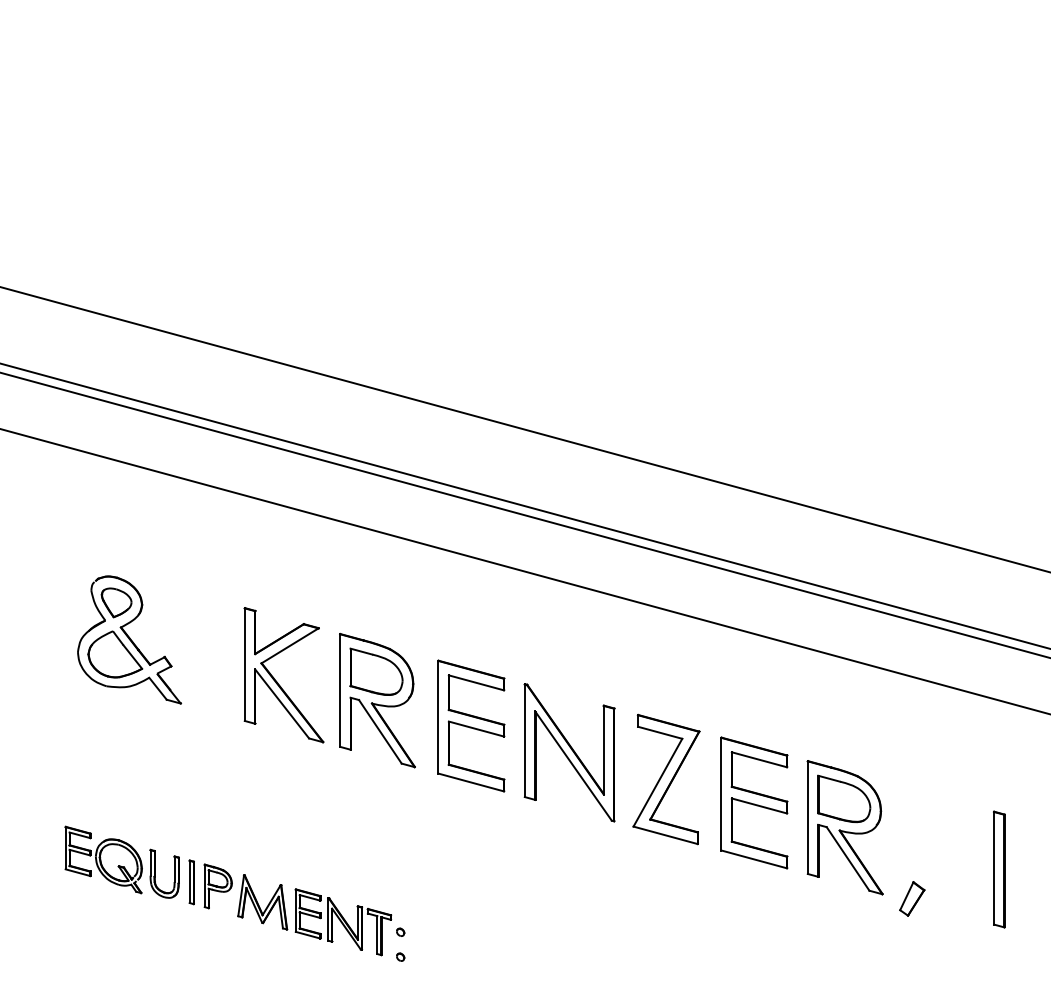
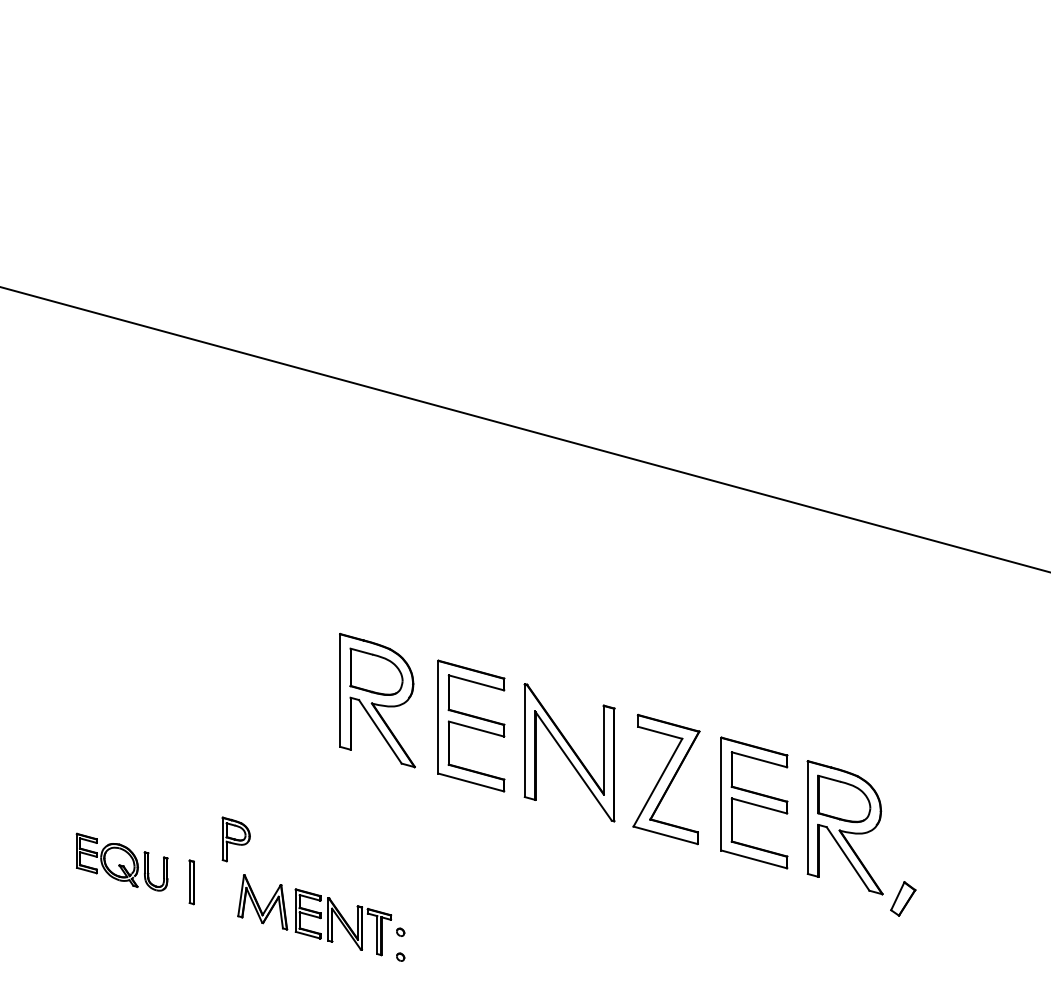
line at (524, 506): present -> none
line at (524, 515): present -> none
line at (524, 571): present -> none
part at (129, 639): present -> none
part at (277, 681): present -> none
part at (121, 861) size: 116x74 px -> 94x60 px
part at (999, 869): present -> none
part at (217, 886) position: (217, 886) -> (235, 839)
part at (912, 898) position: (912, 898) -> (903, 898)
